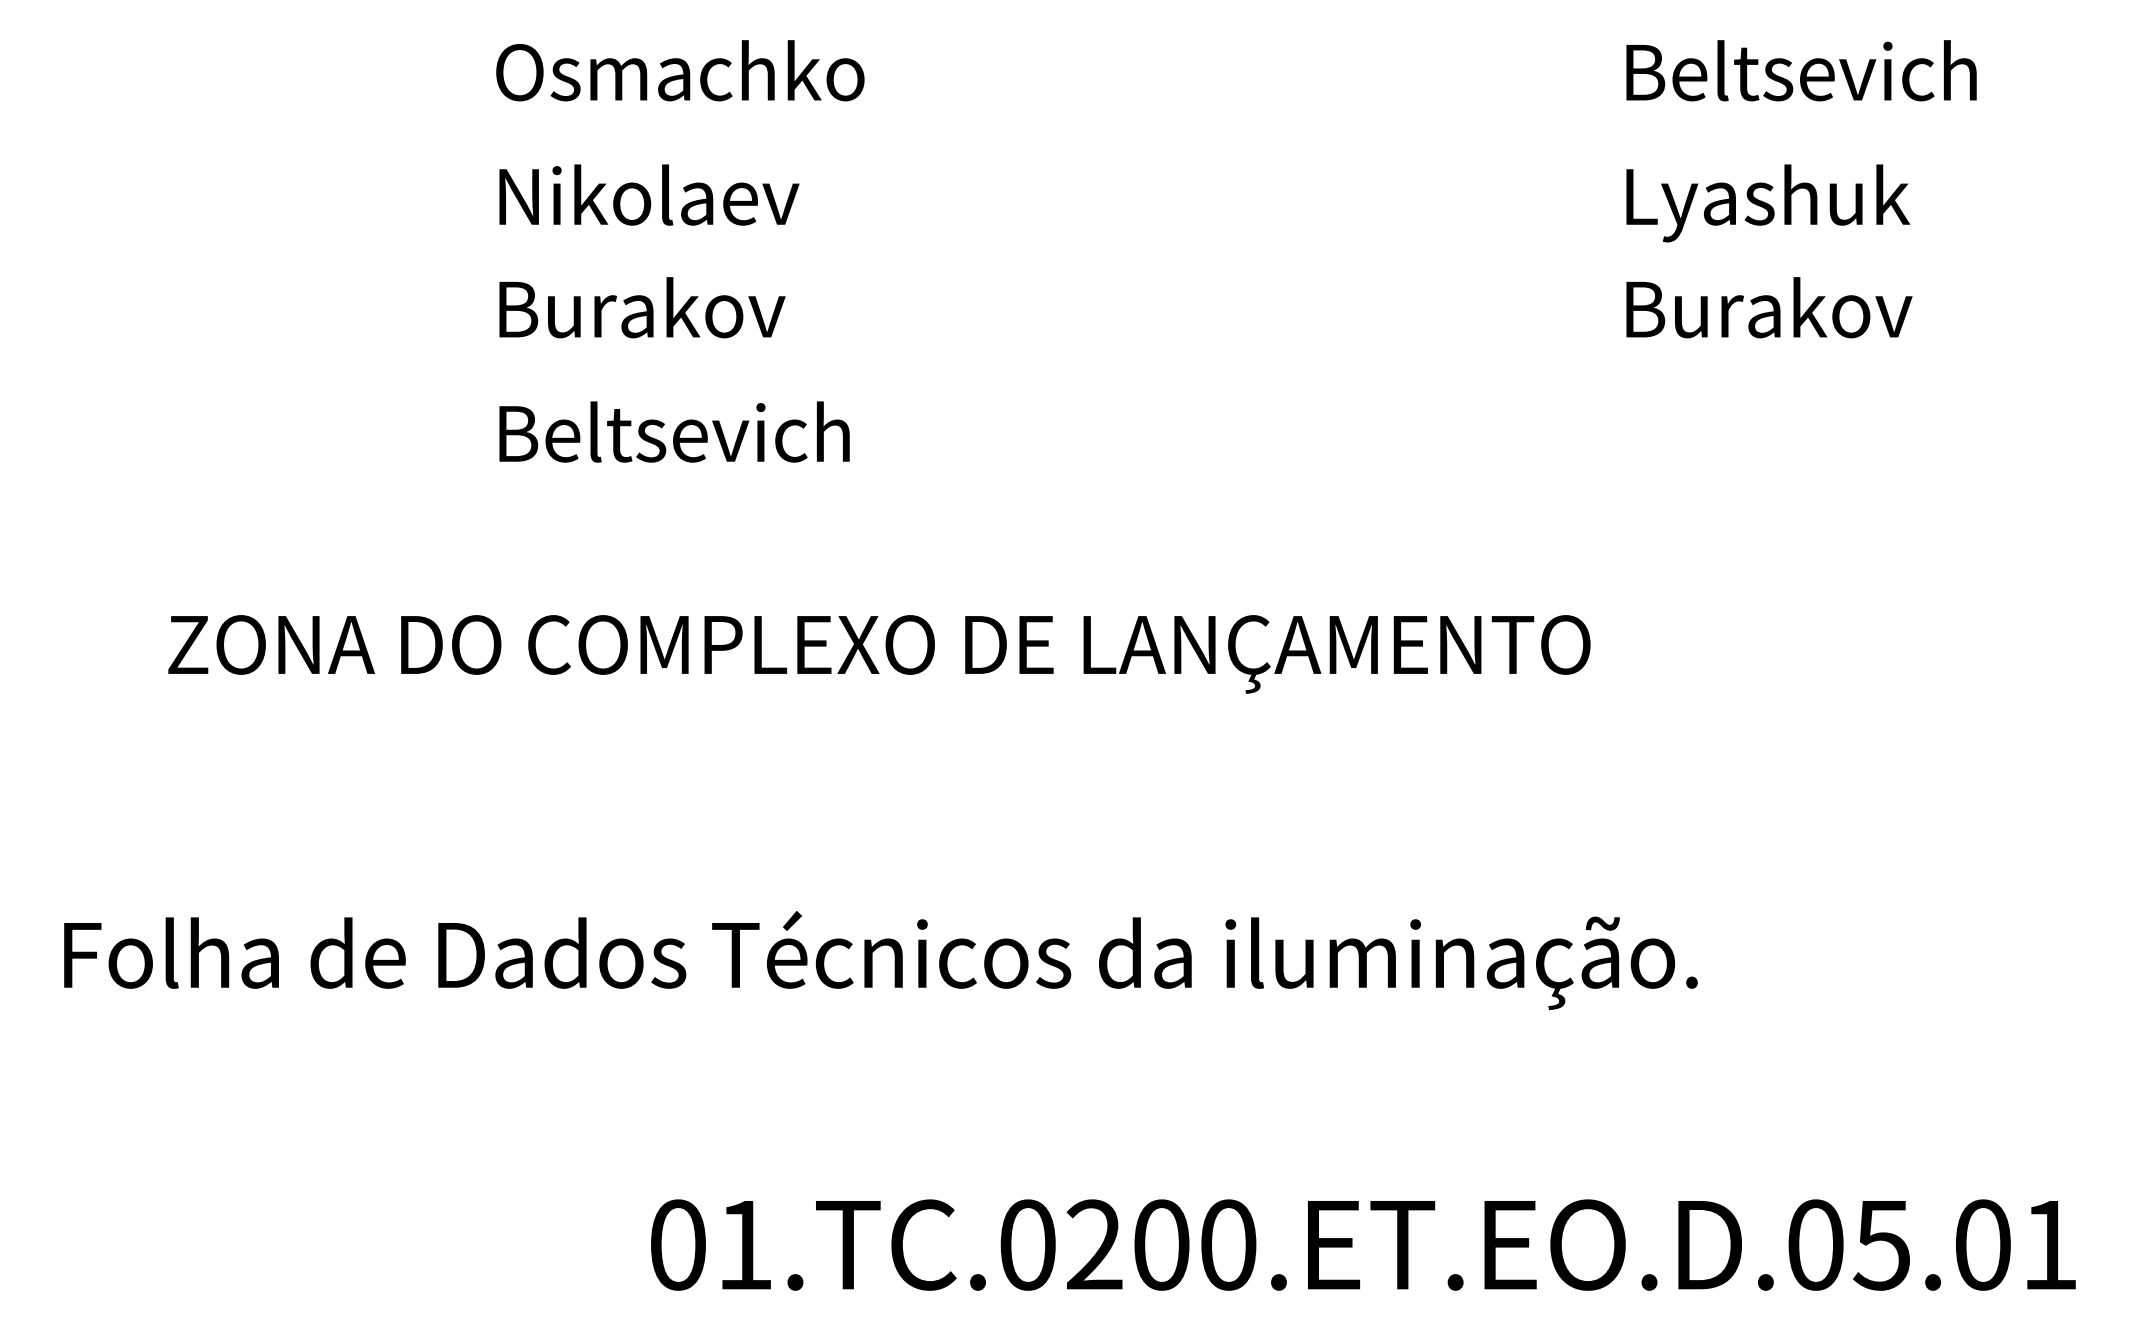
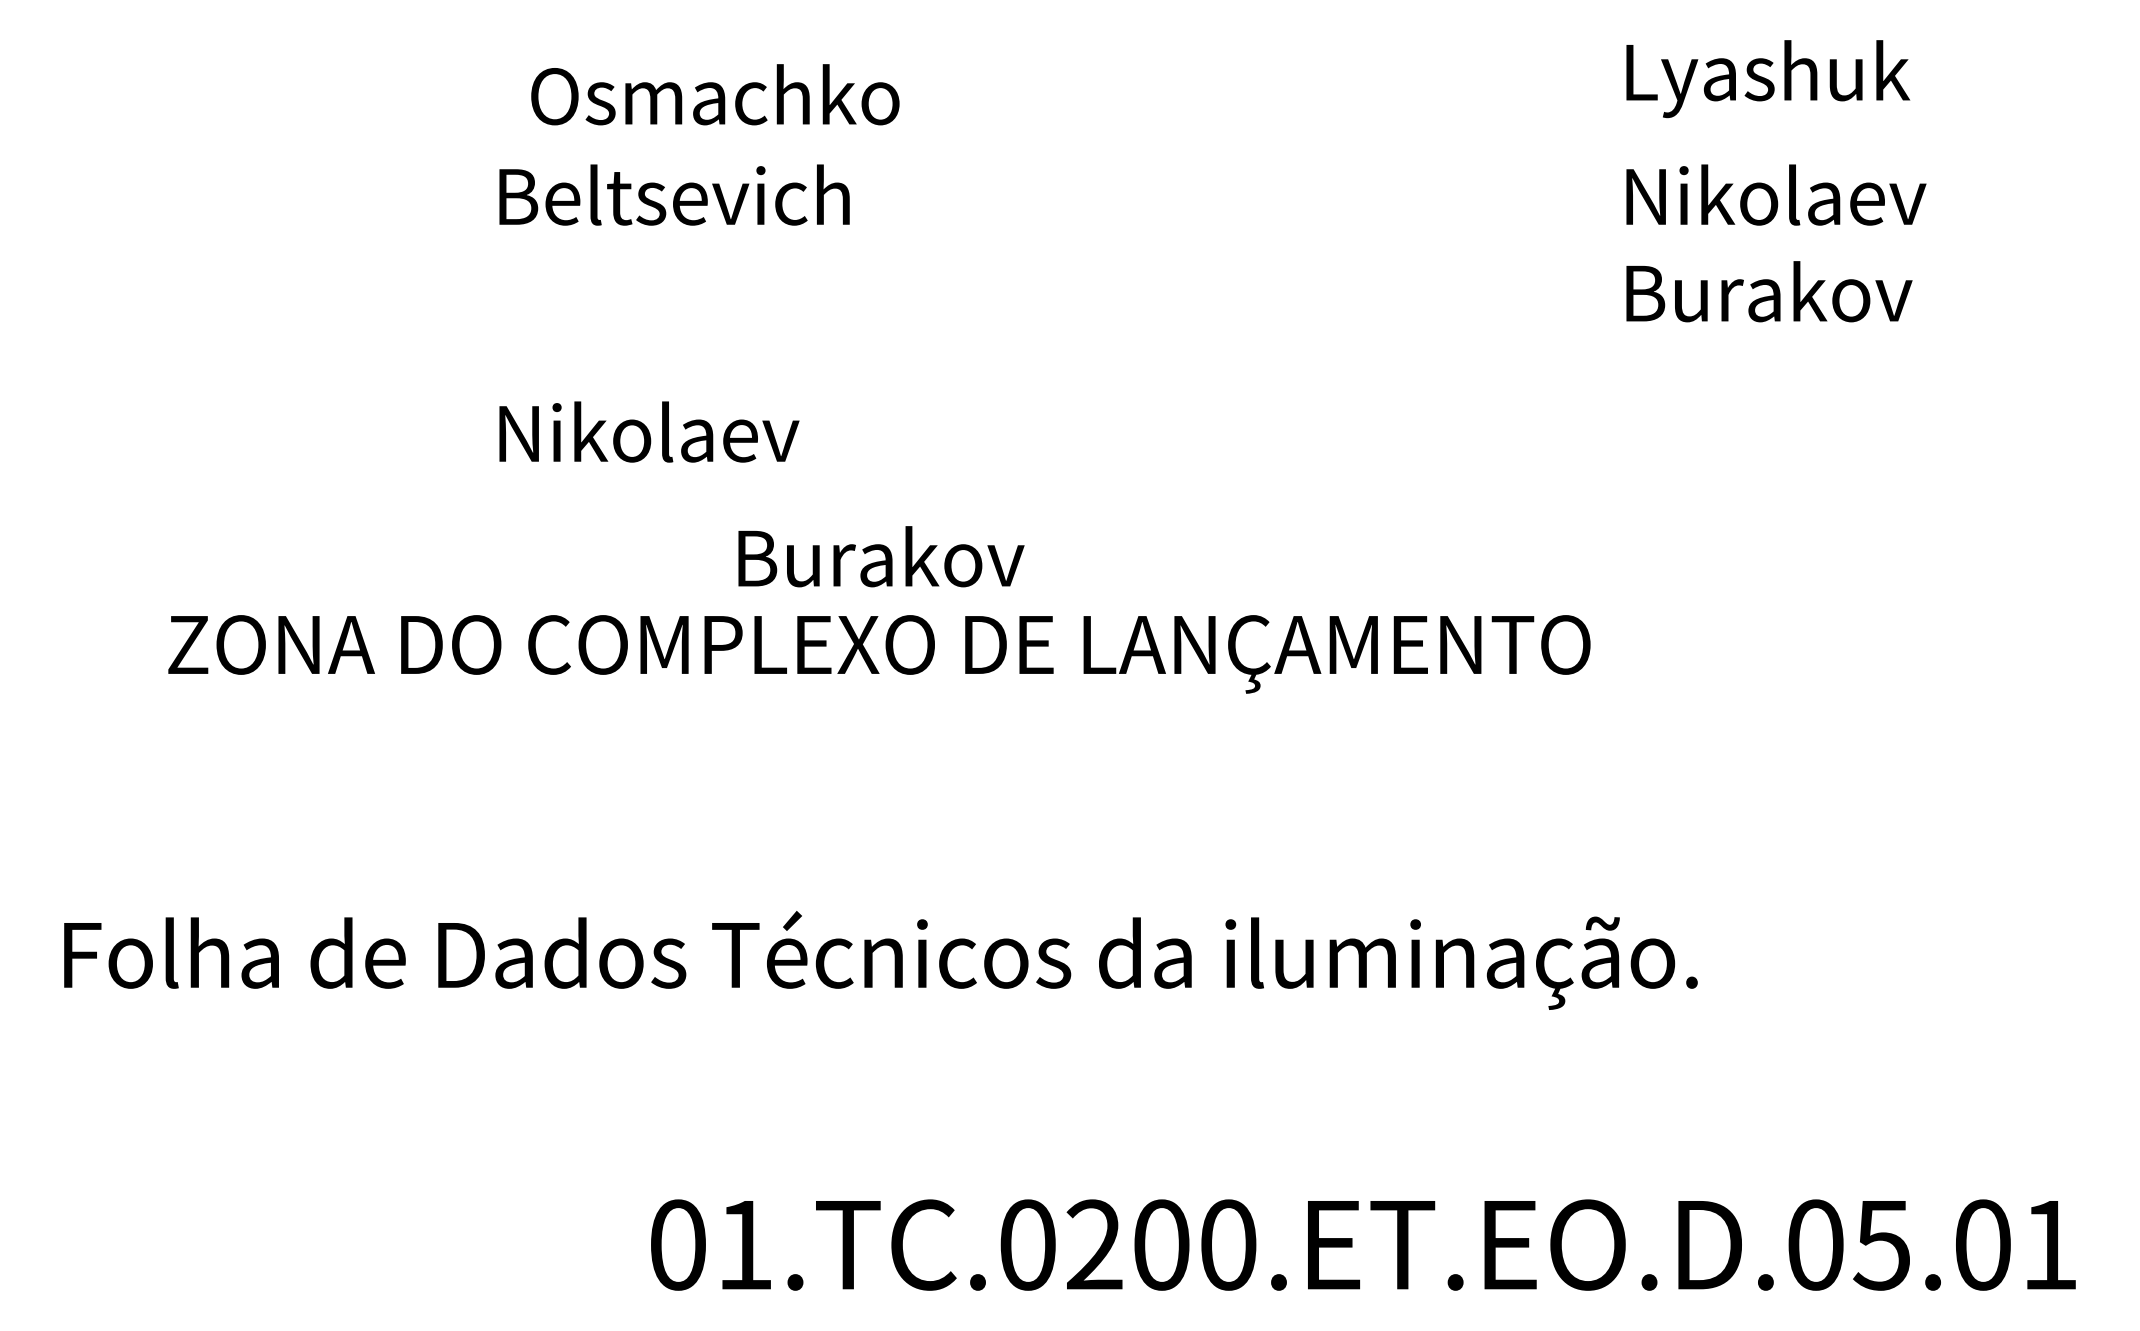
text at (680, 70) position: (680, 70) -> (715, 94)
text at (1804, 79): Beltsevich -> Lyashuk
text at (677, 194): Nikolaev -> Beltsevich
text at (1779, 203): Lyashuk -> Nikolaev
text at (642, 307) position: (642, 307) -> (881, 556)
text at (1769, 307) position: (1769, 307) -> (1769, 291)
text at (677, 431): Beltsevich -> Nikolaev
